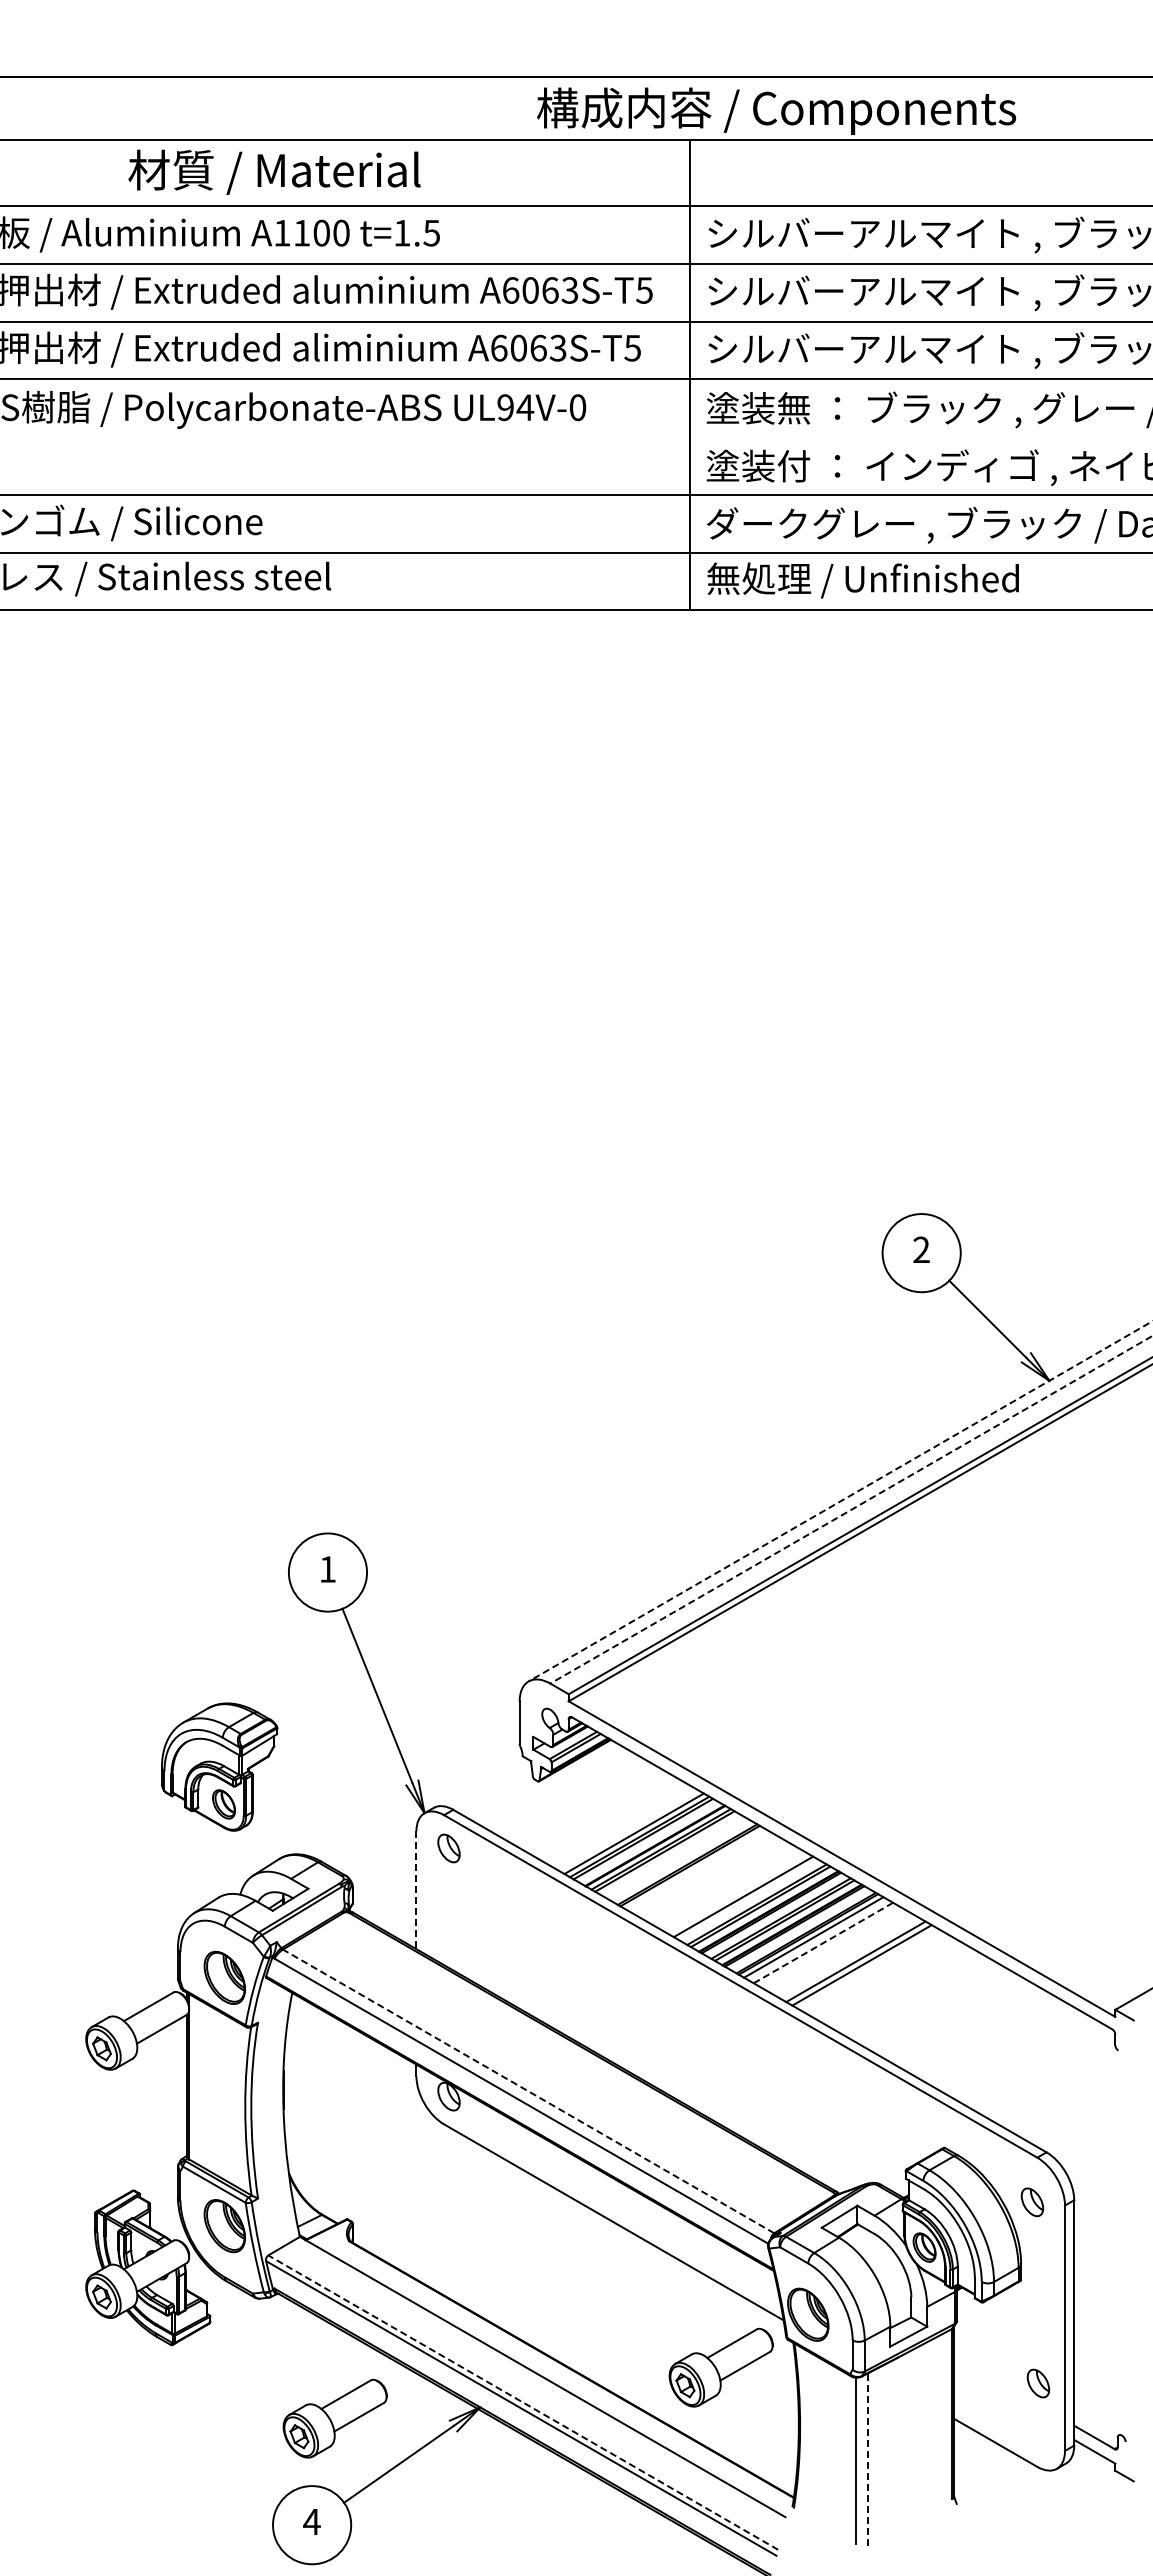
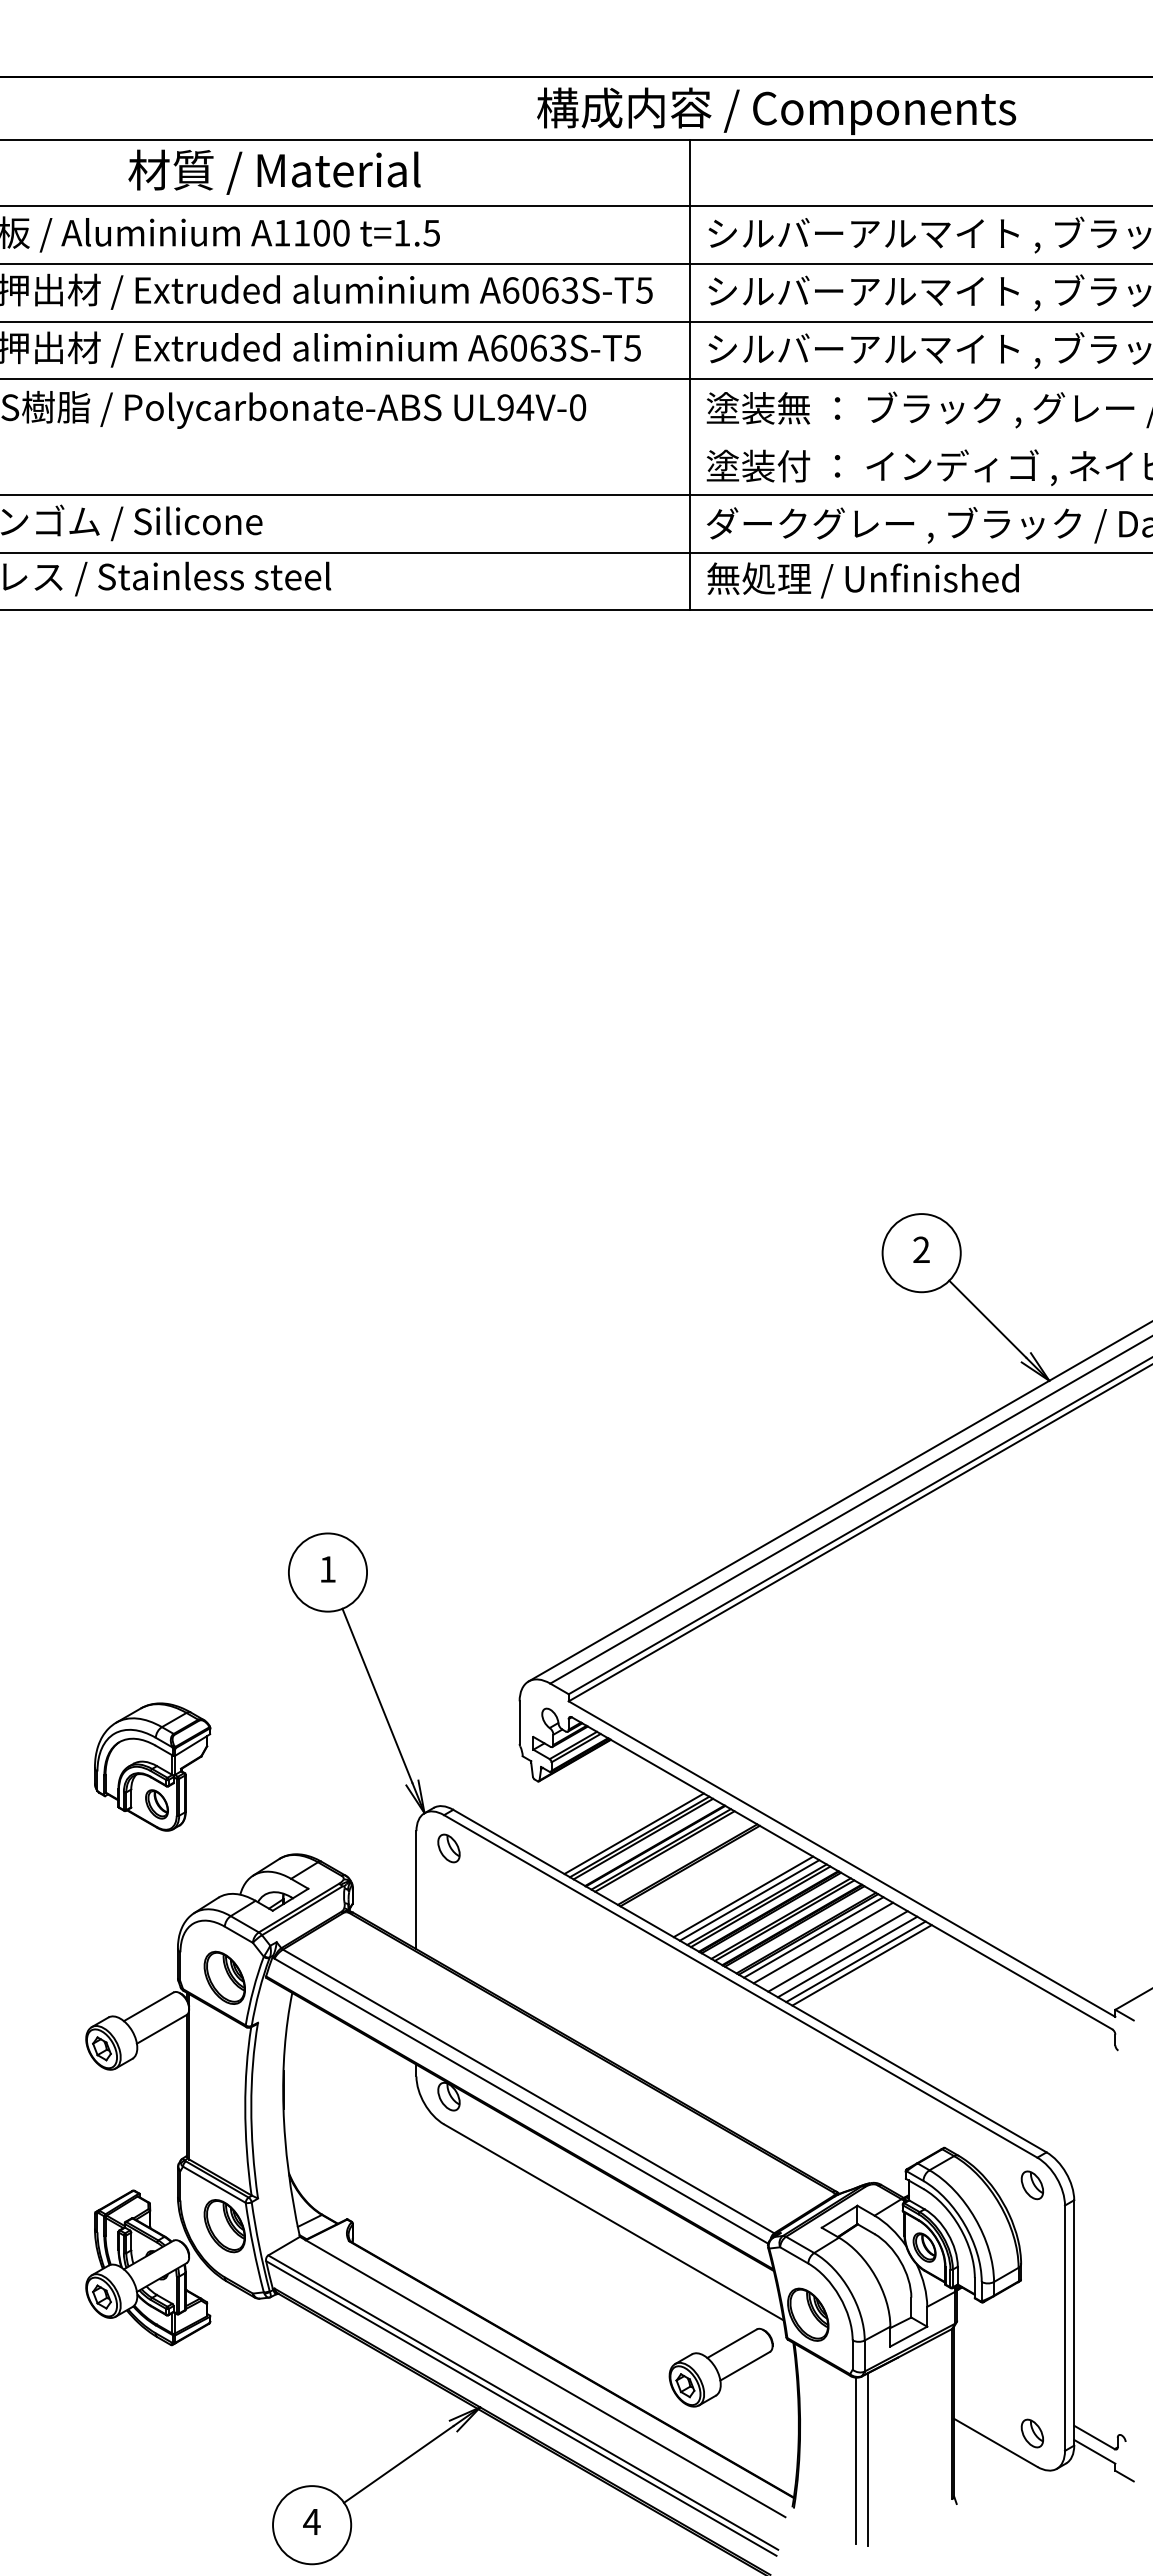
line at (840, 1501): dashed -> solid
line at (851, 1509): dashed -> solid
part at (219, 1766) position: (219, 1766) -> (152, 1766)
line at (416, 1890): dashed -> solid
line at (749, 1900): none -> present
line at (822, 1943): dashed -> solid
line at (837, 1951): none -> present
line at (847, 1956): none -> present
line at (528, 2091): dashed -> solid
part at (1032, 2202) position: (1032, 2202) -> (1032, 2185)
part at (1038, 2383) position: (1038, 2383) -> (1032, 2433)
line at (522, 2402): dashed -> solid
part at (334, 2418): present -> none
line at (868, 2458): dashed -> solid
